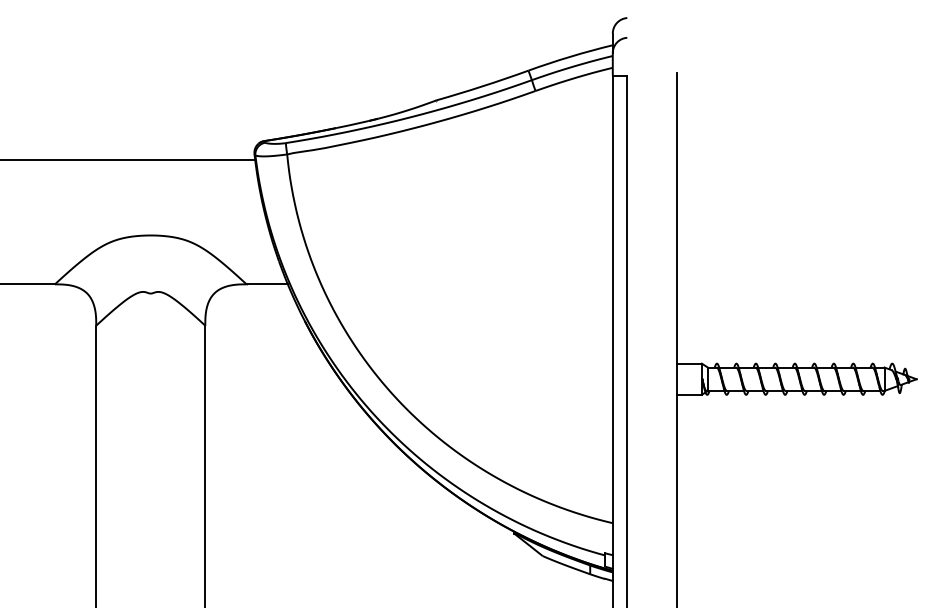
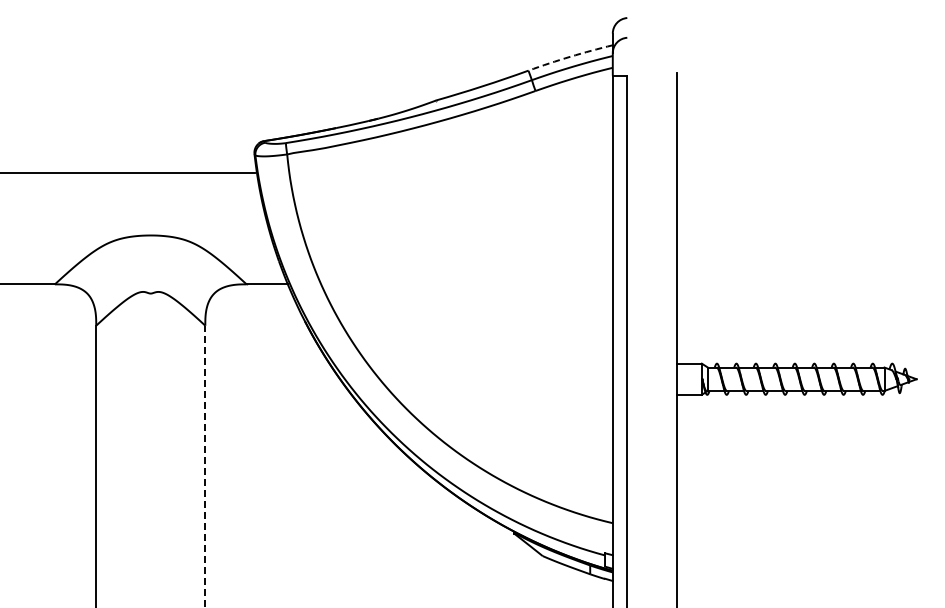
arc at (570, 56): solid -> dashed
line at (128, 159) position: (128, 159) -> (128, 172)
line at (205, 466): solid -> dashed
